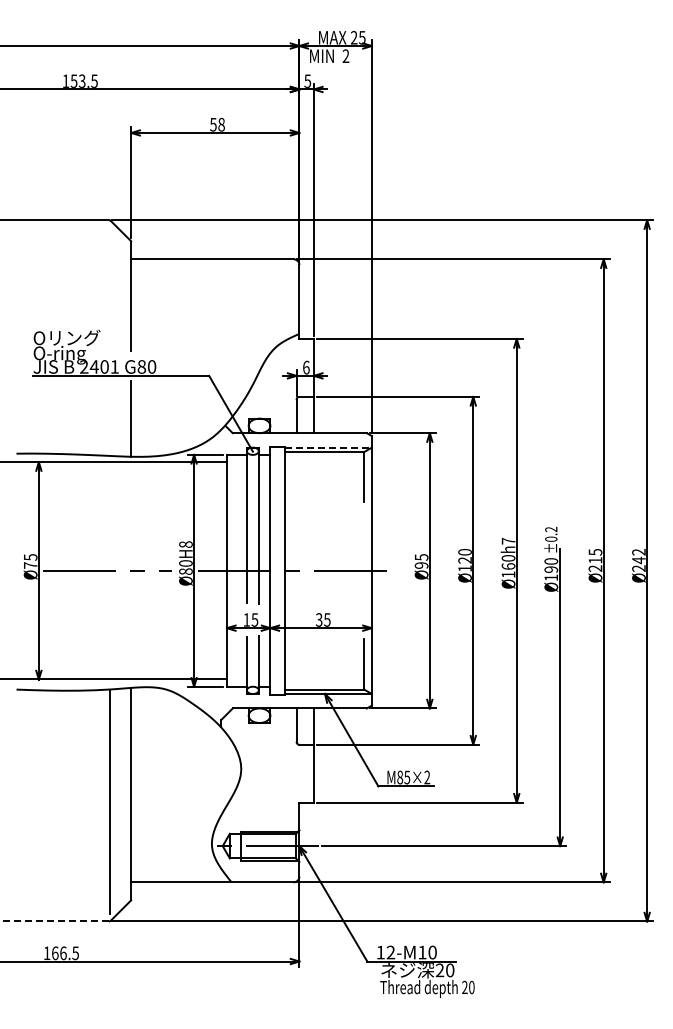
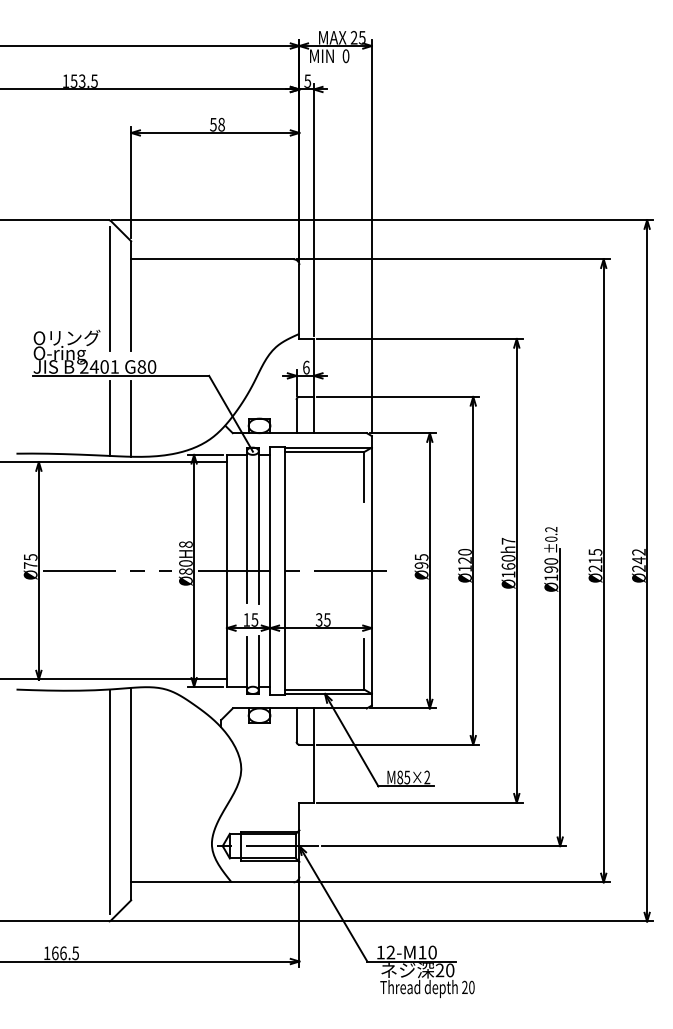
text at (345, 56): 2 -> 0
line at (110, 289): none -> present
line at (110, 418): none -> present
line at (328, 447): dashed -> solid
line at (54, 921): dashed -> solid
